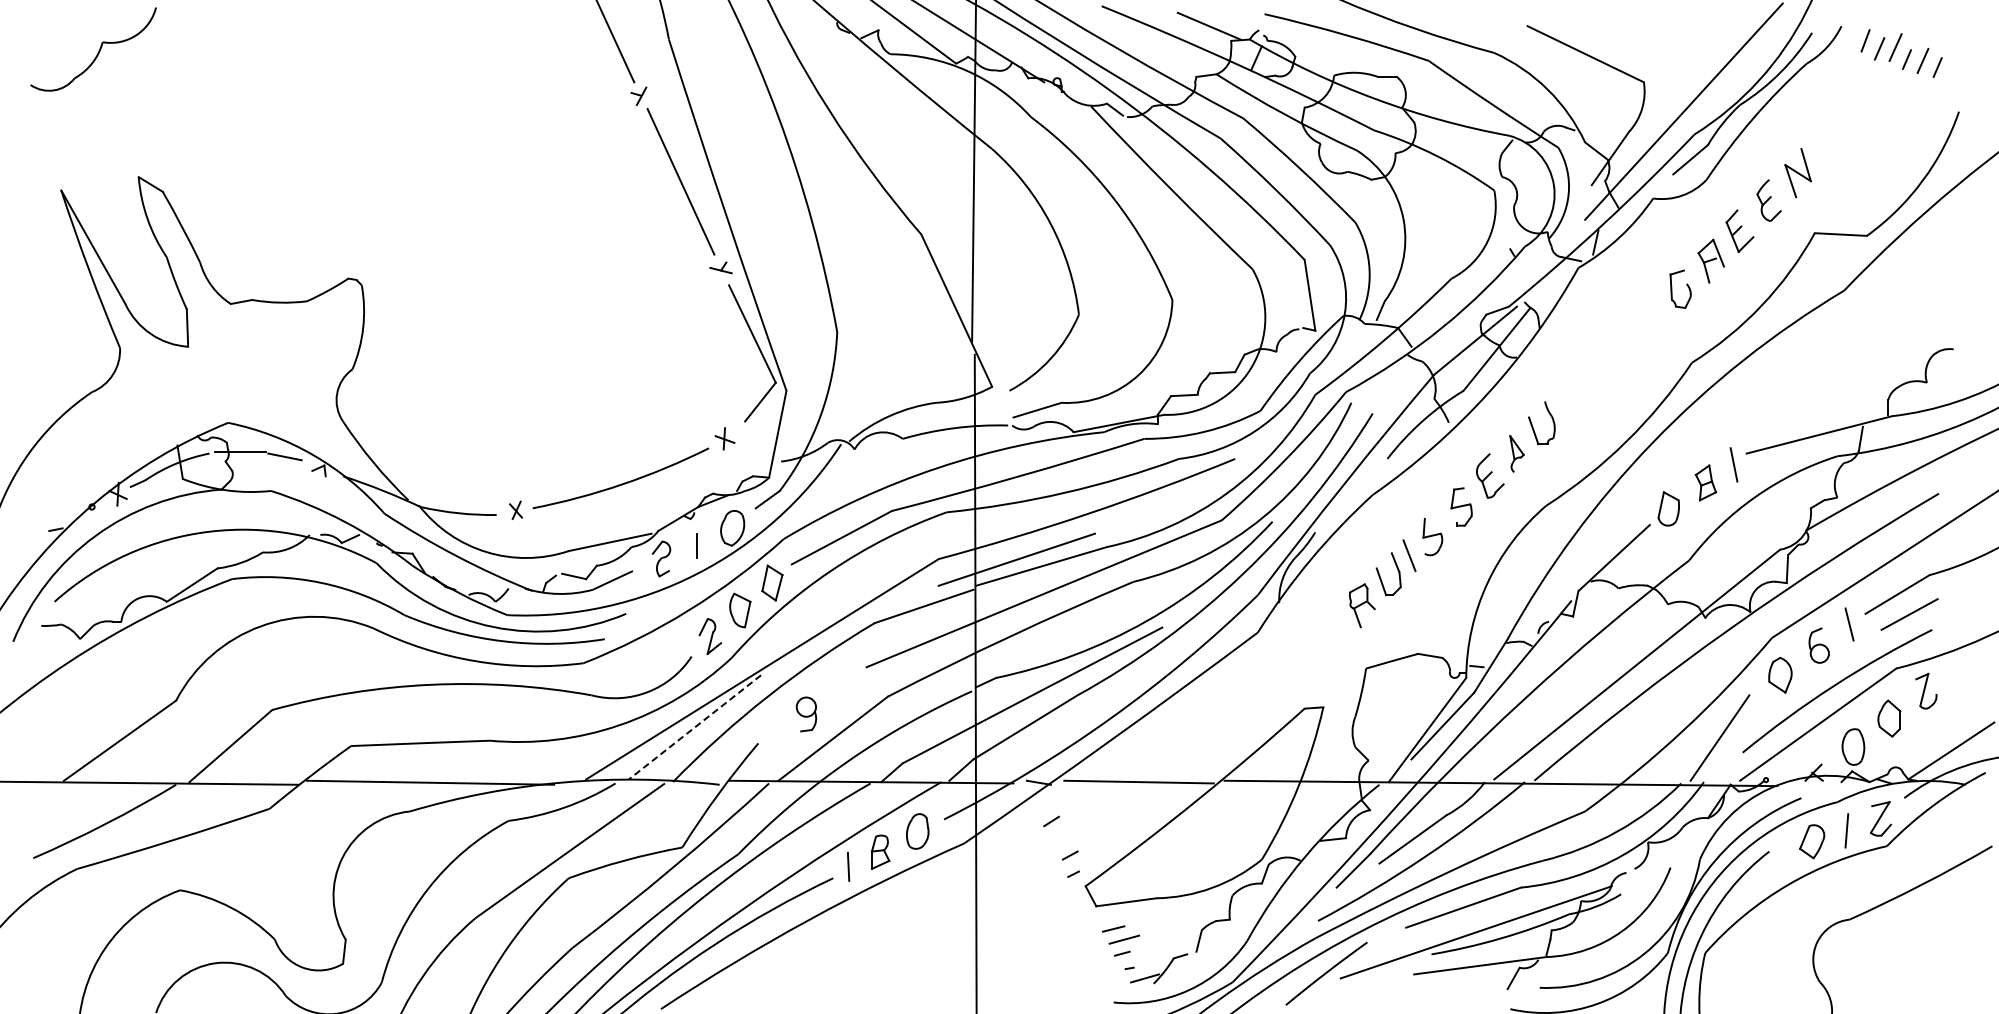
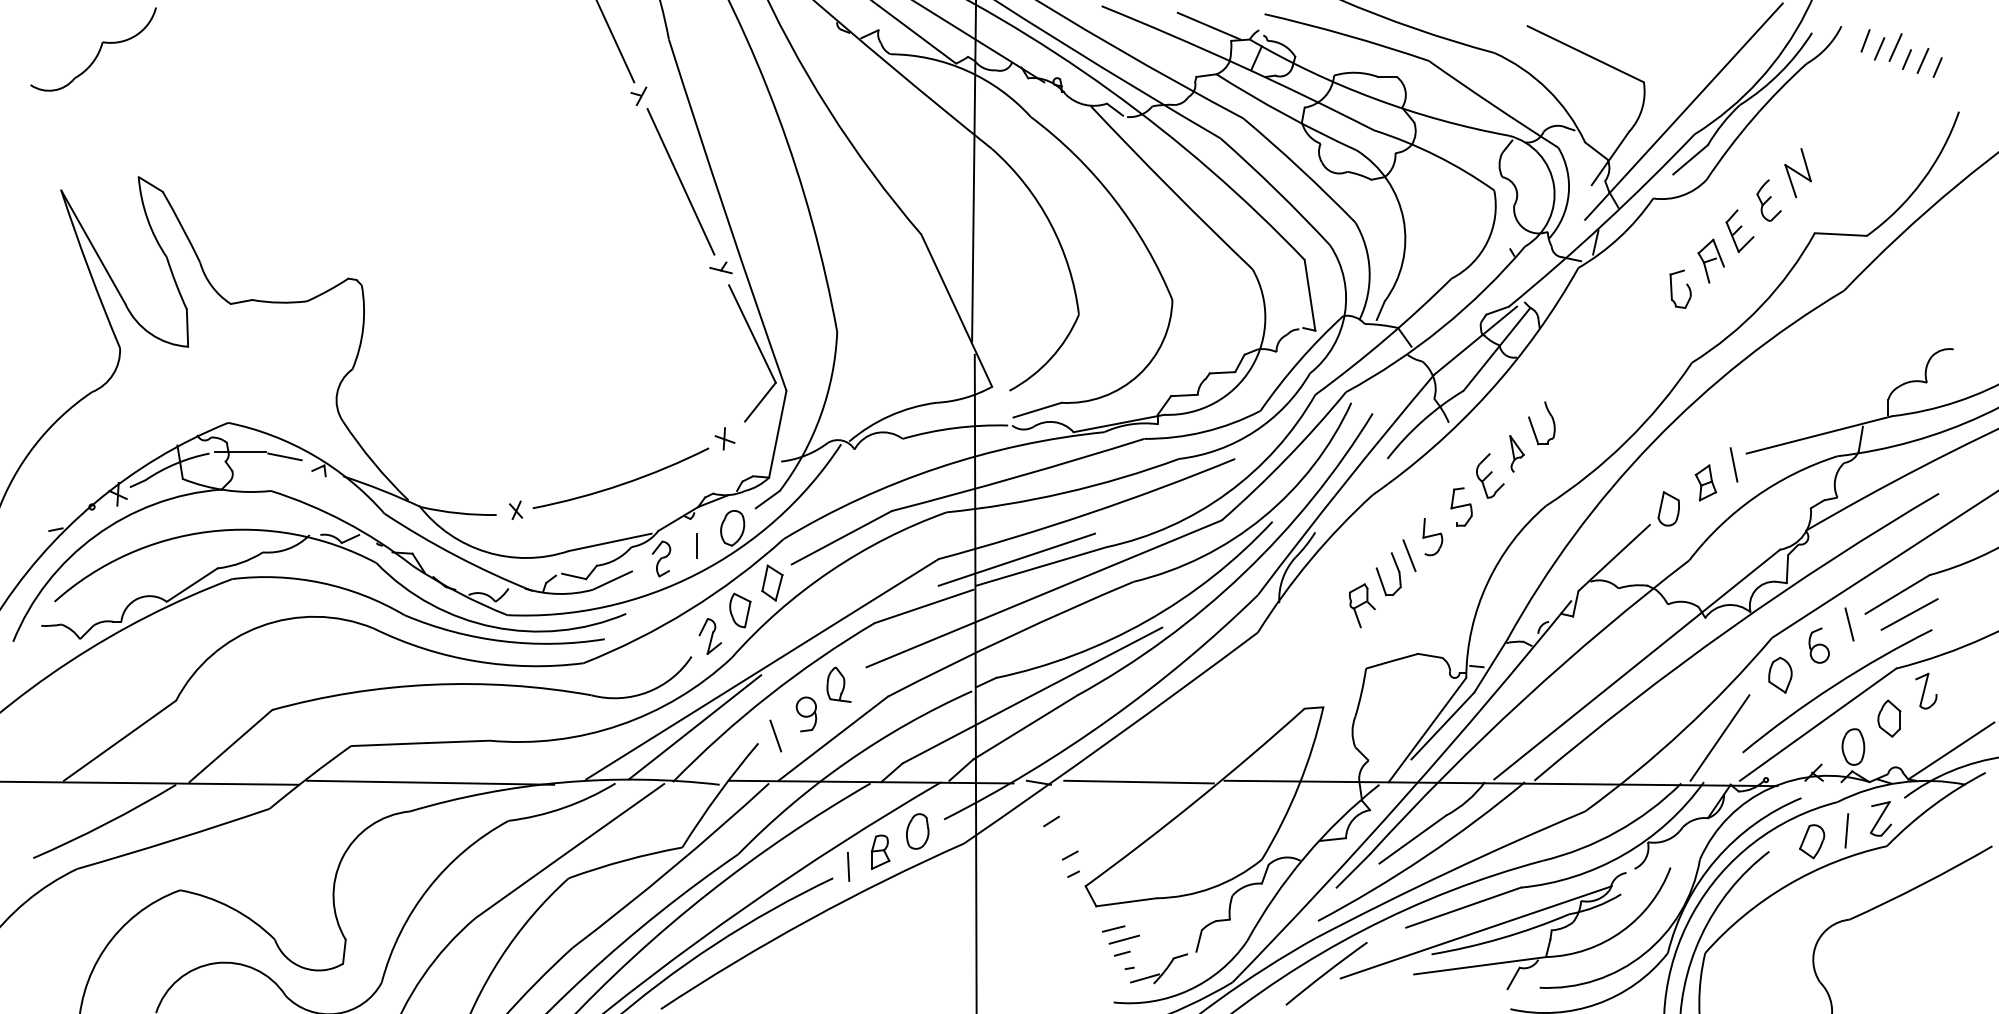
part at (838, 684): none -> present
line at (694, 727): dashed -> solid
line at (775, 735): none -> present
